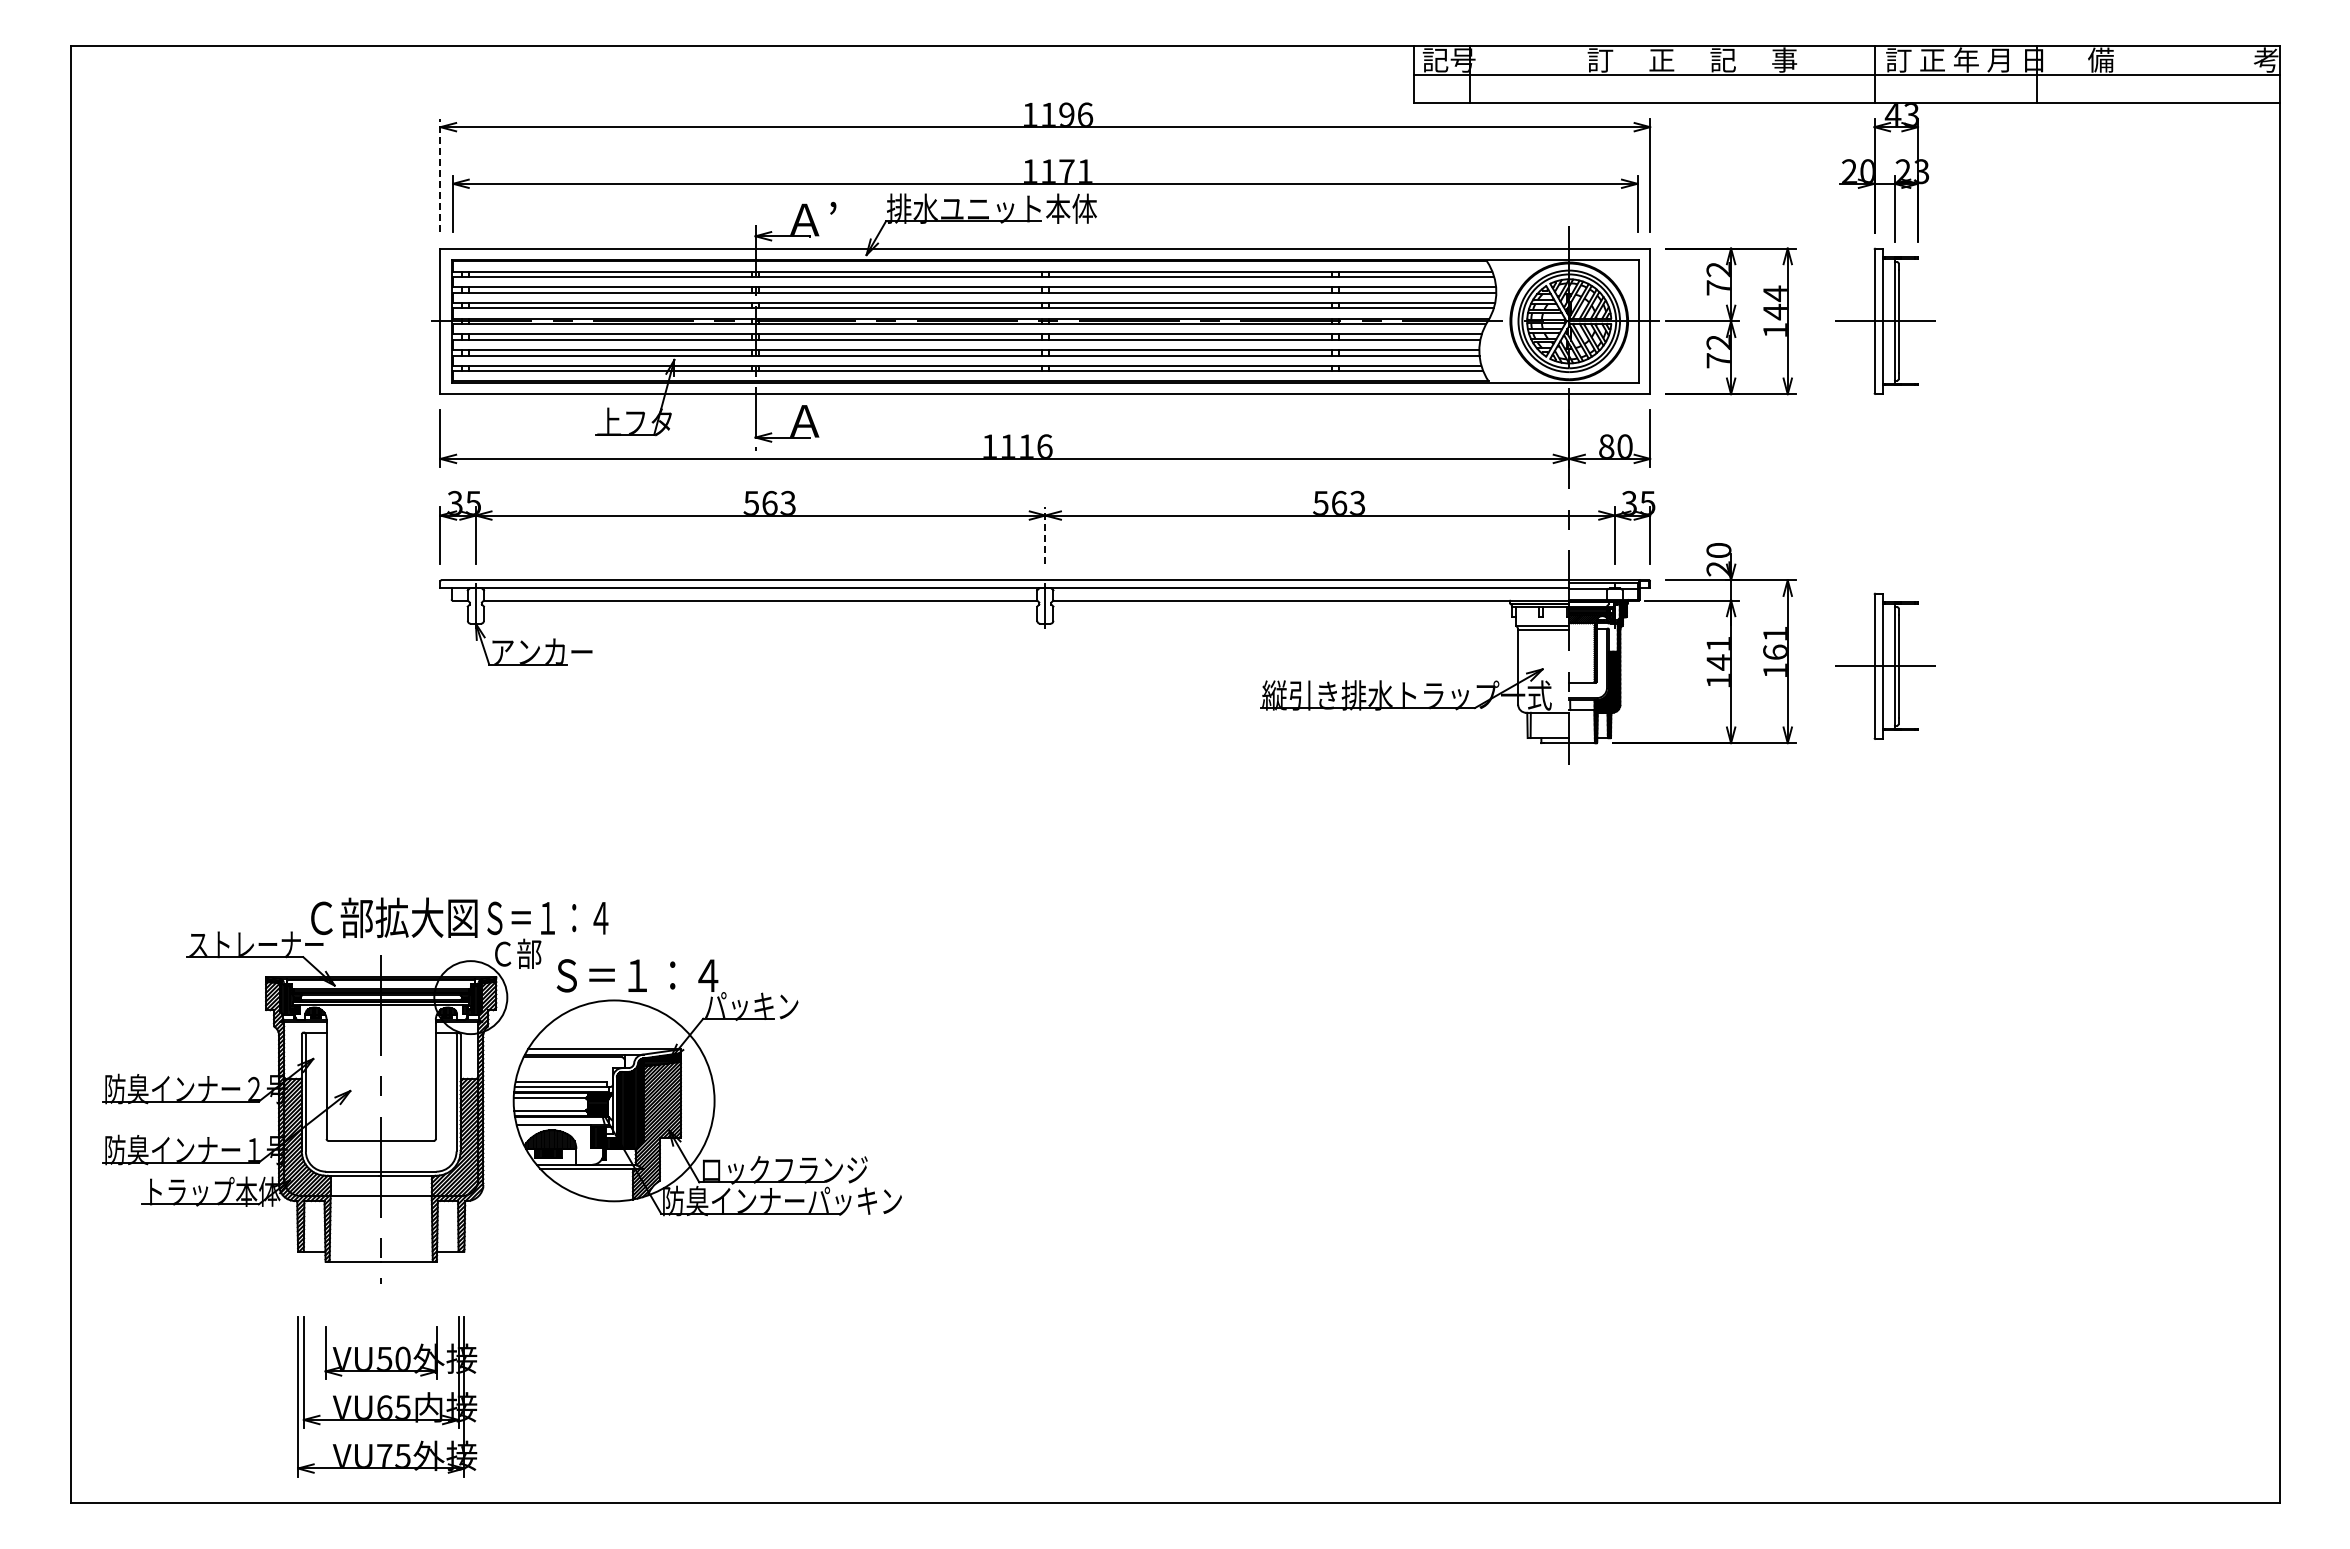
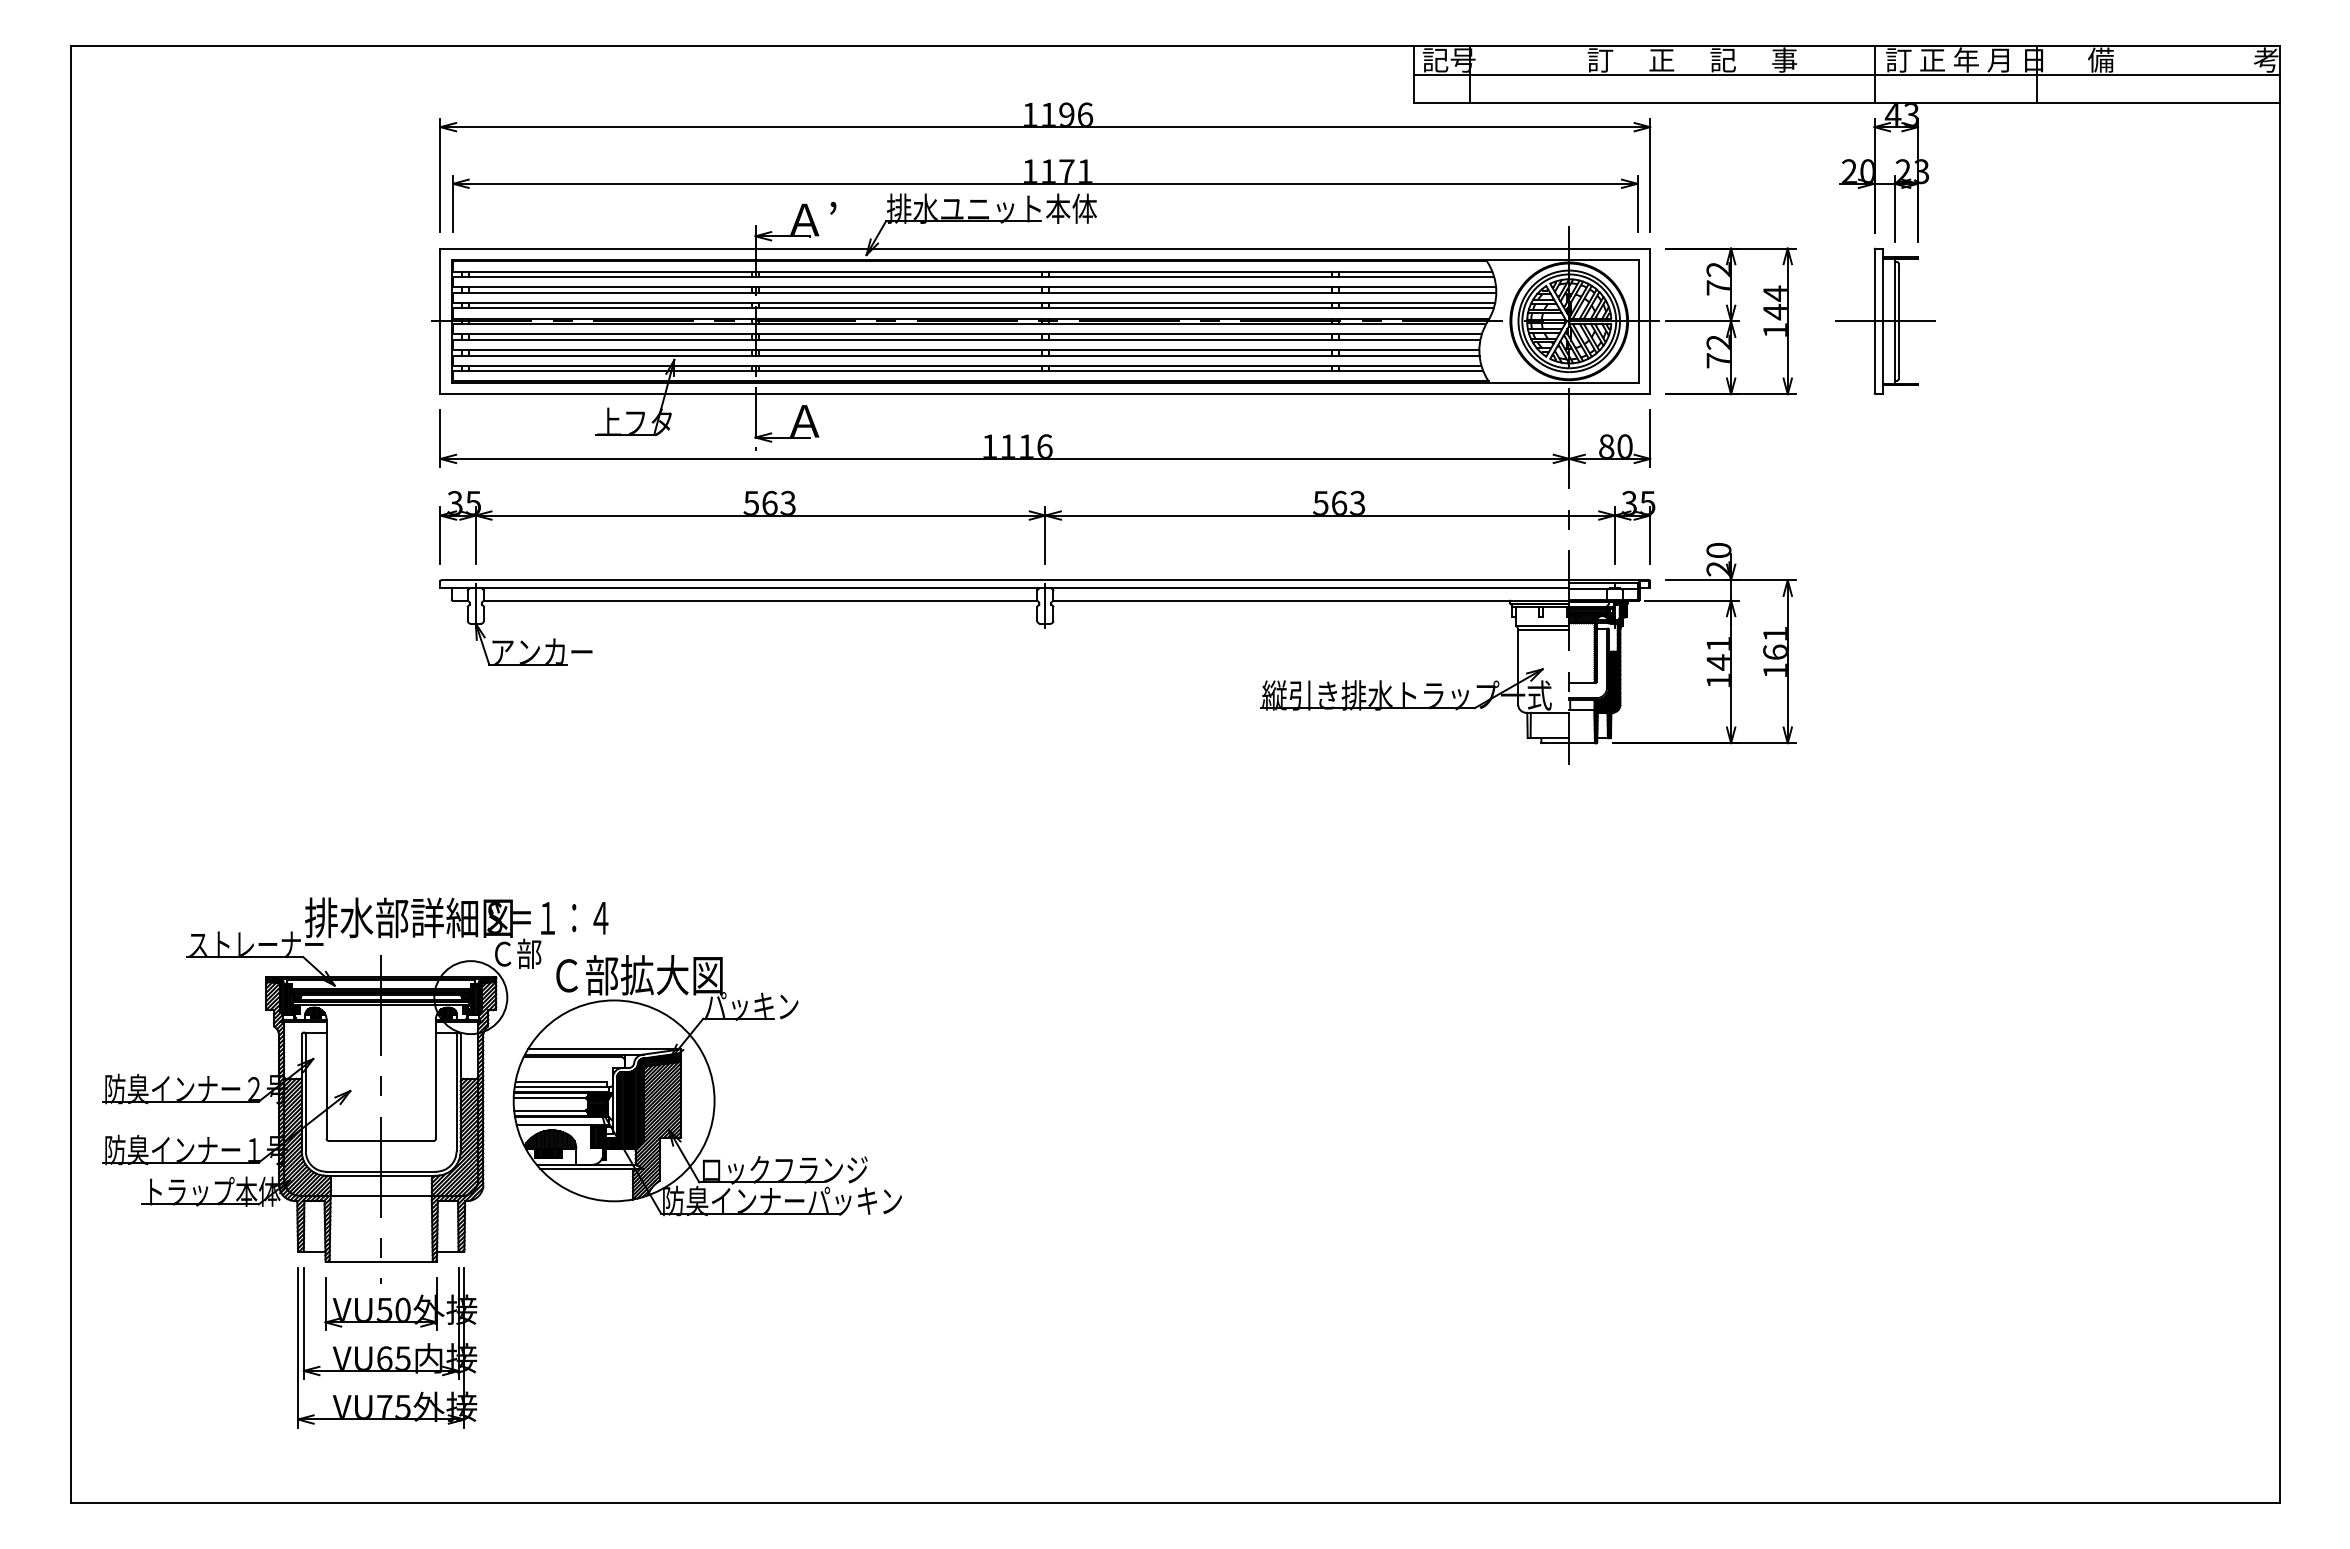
line at (440, 175): dashed -> solid
line at (1045, 535): dashed -> solid
part at (1885, 665): present -> none
text at (408, 917): Ｃ部拡大図 -> 排水部詳細図
text at (639, 975): Ｓ＝１：４ -> Ｃ部拡大図
part at (387, 1396) position: (387, 1396) -> (387, 1347)
